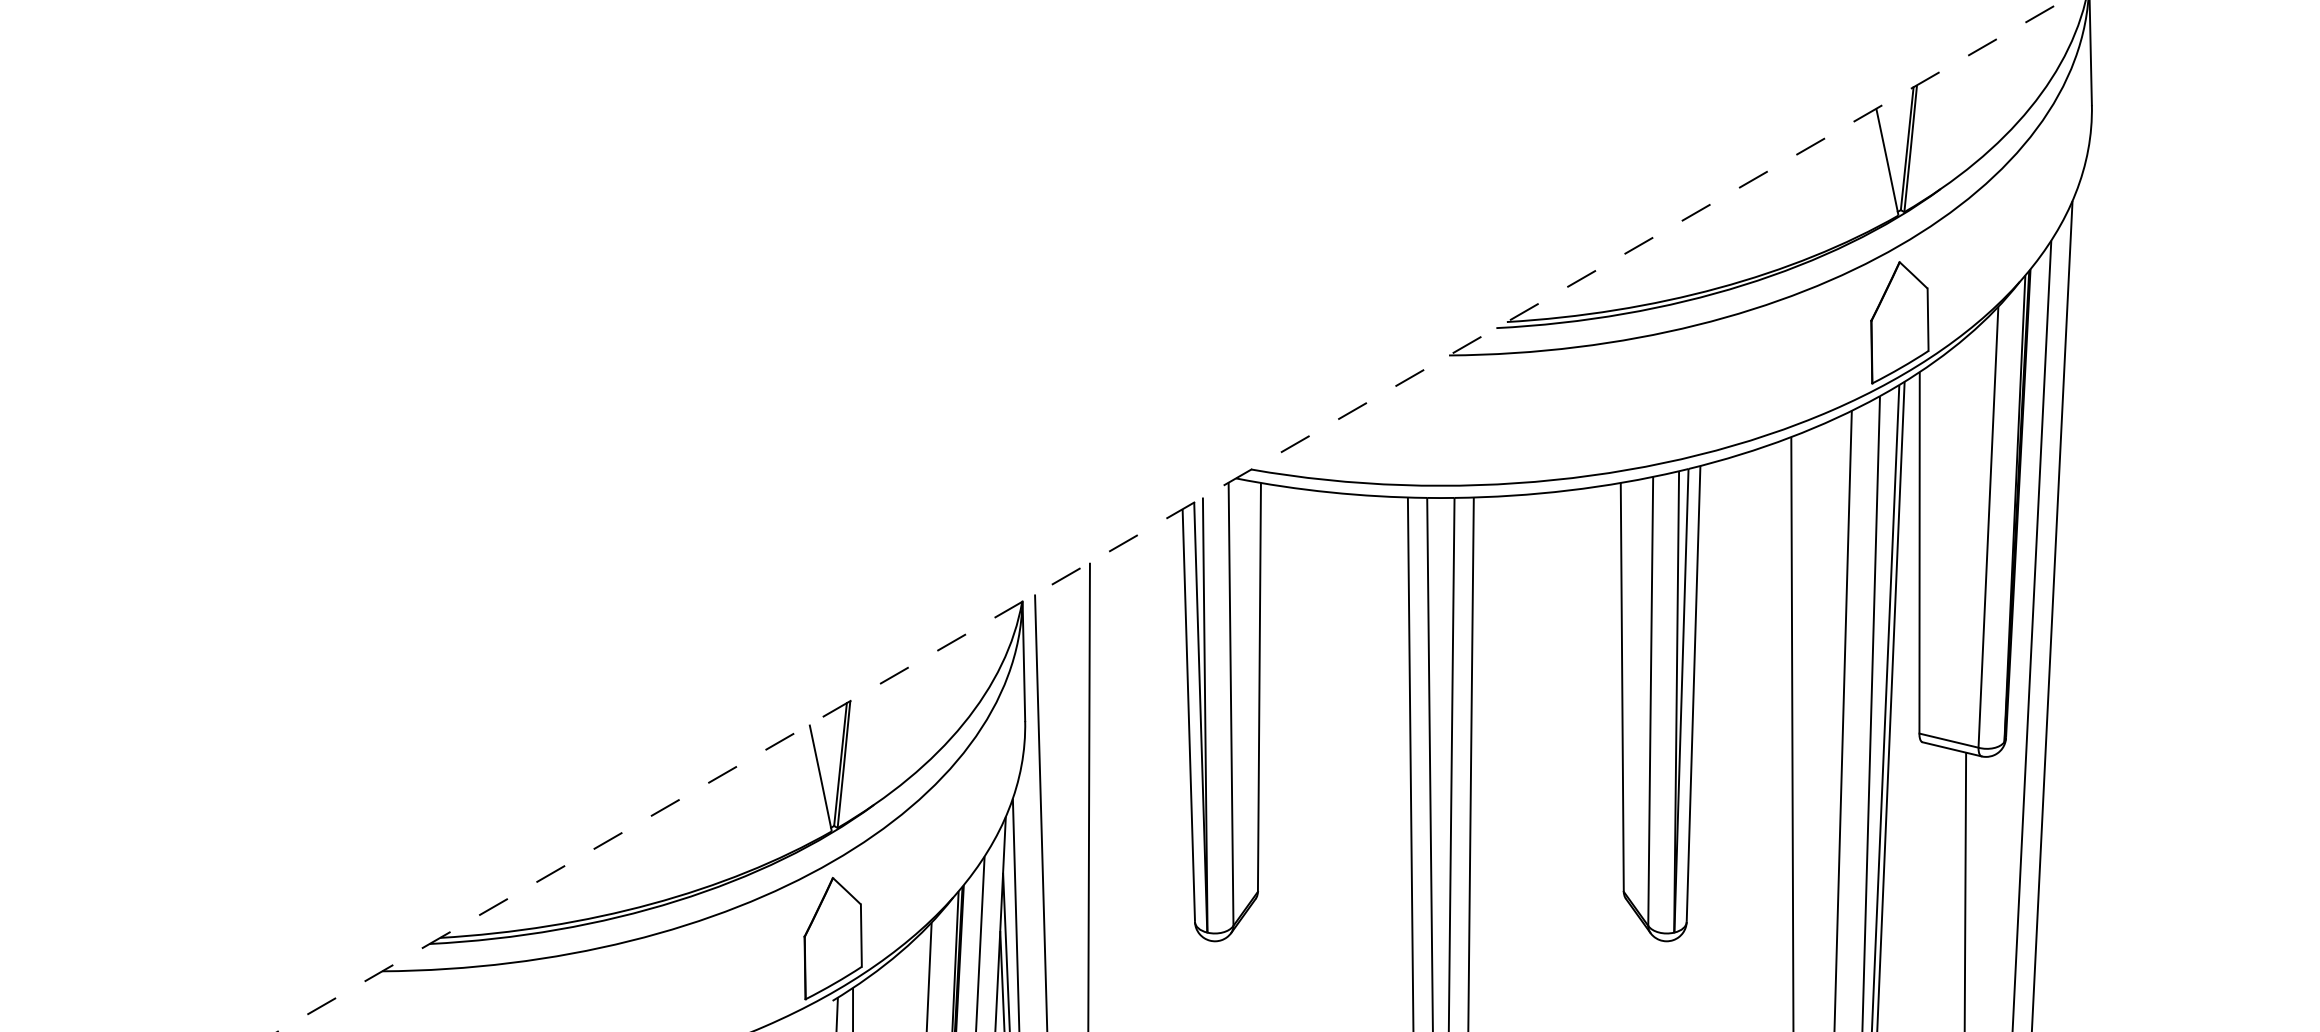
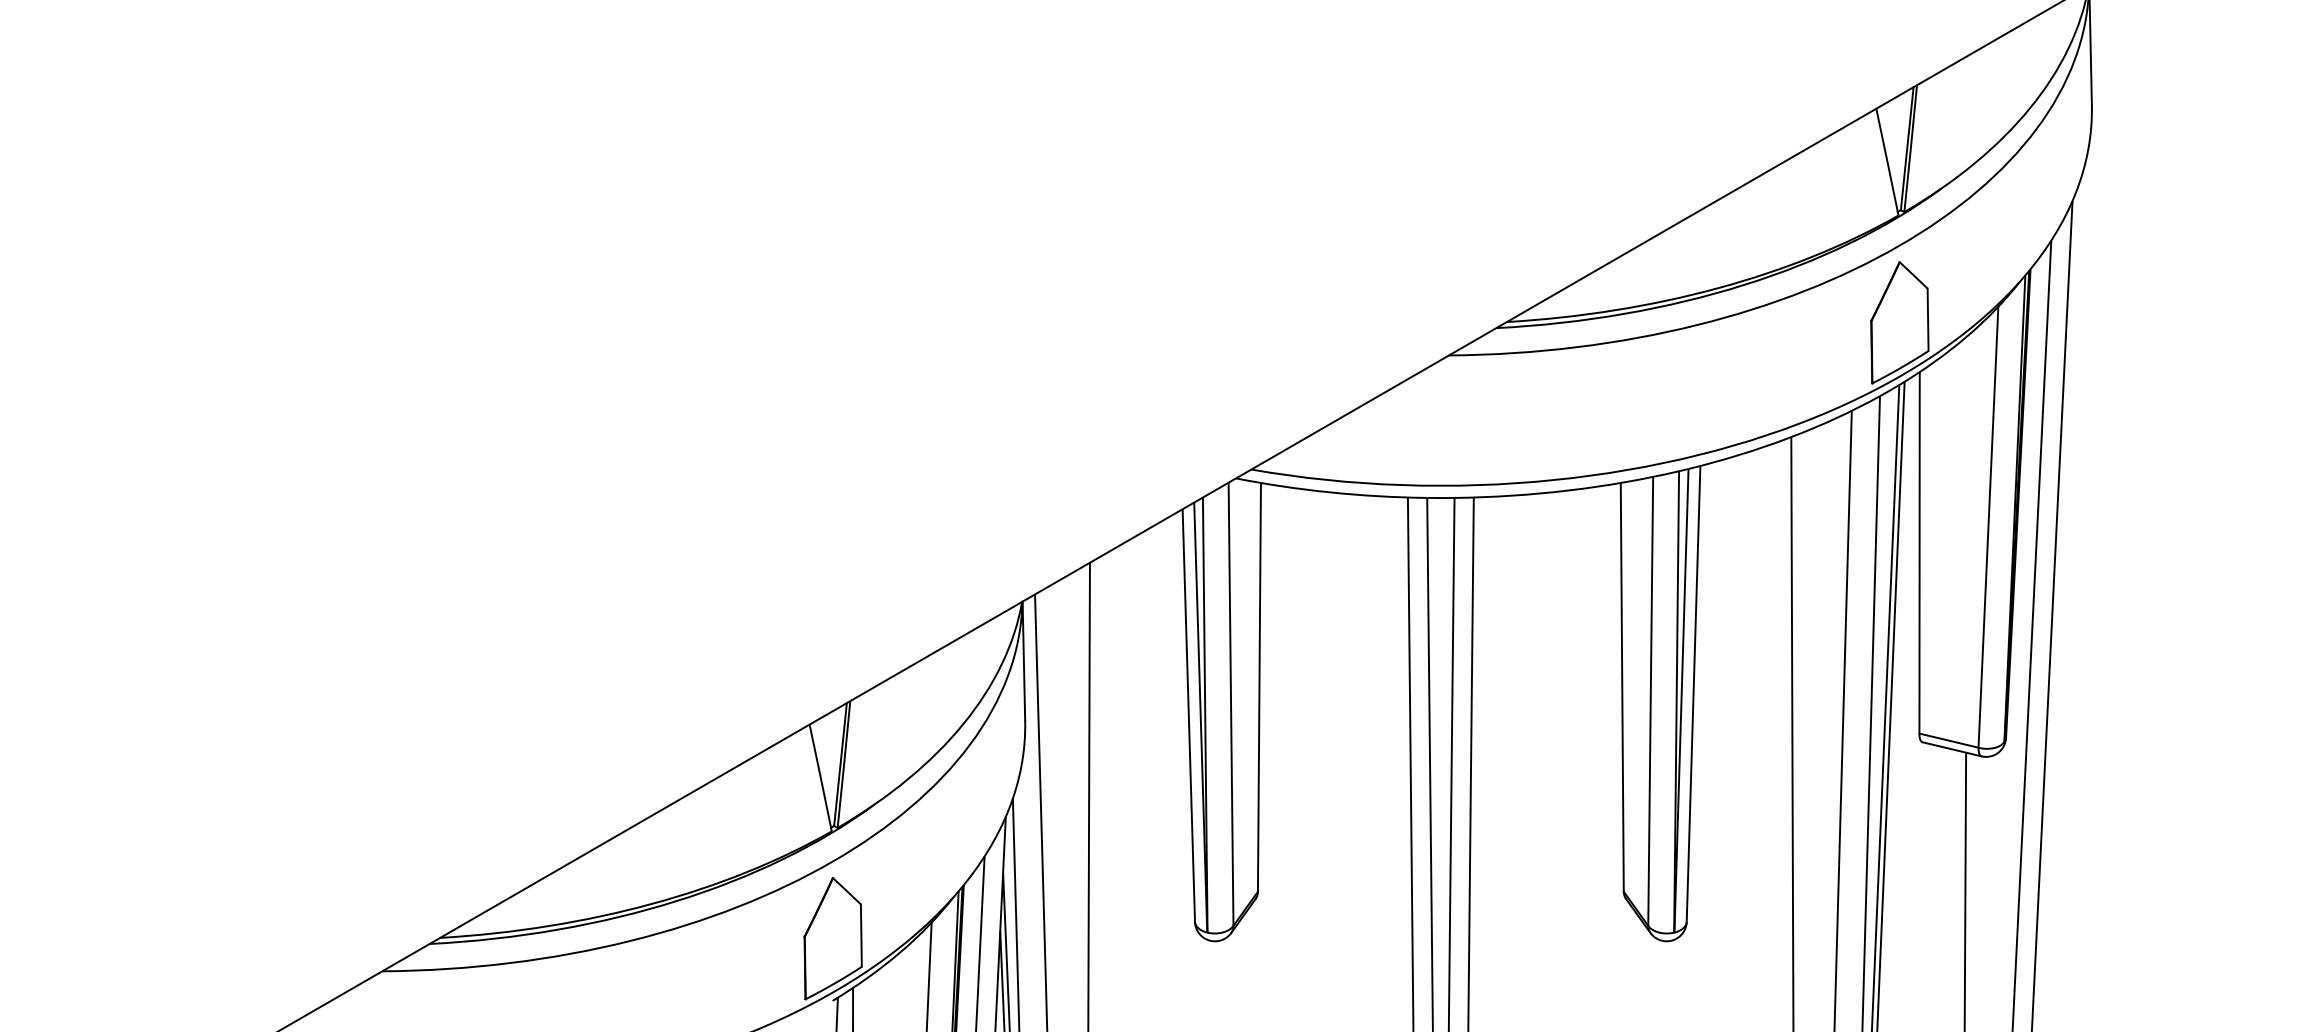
line at (1170, 516): dashed -> solid
